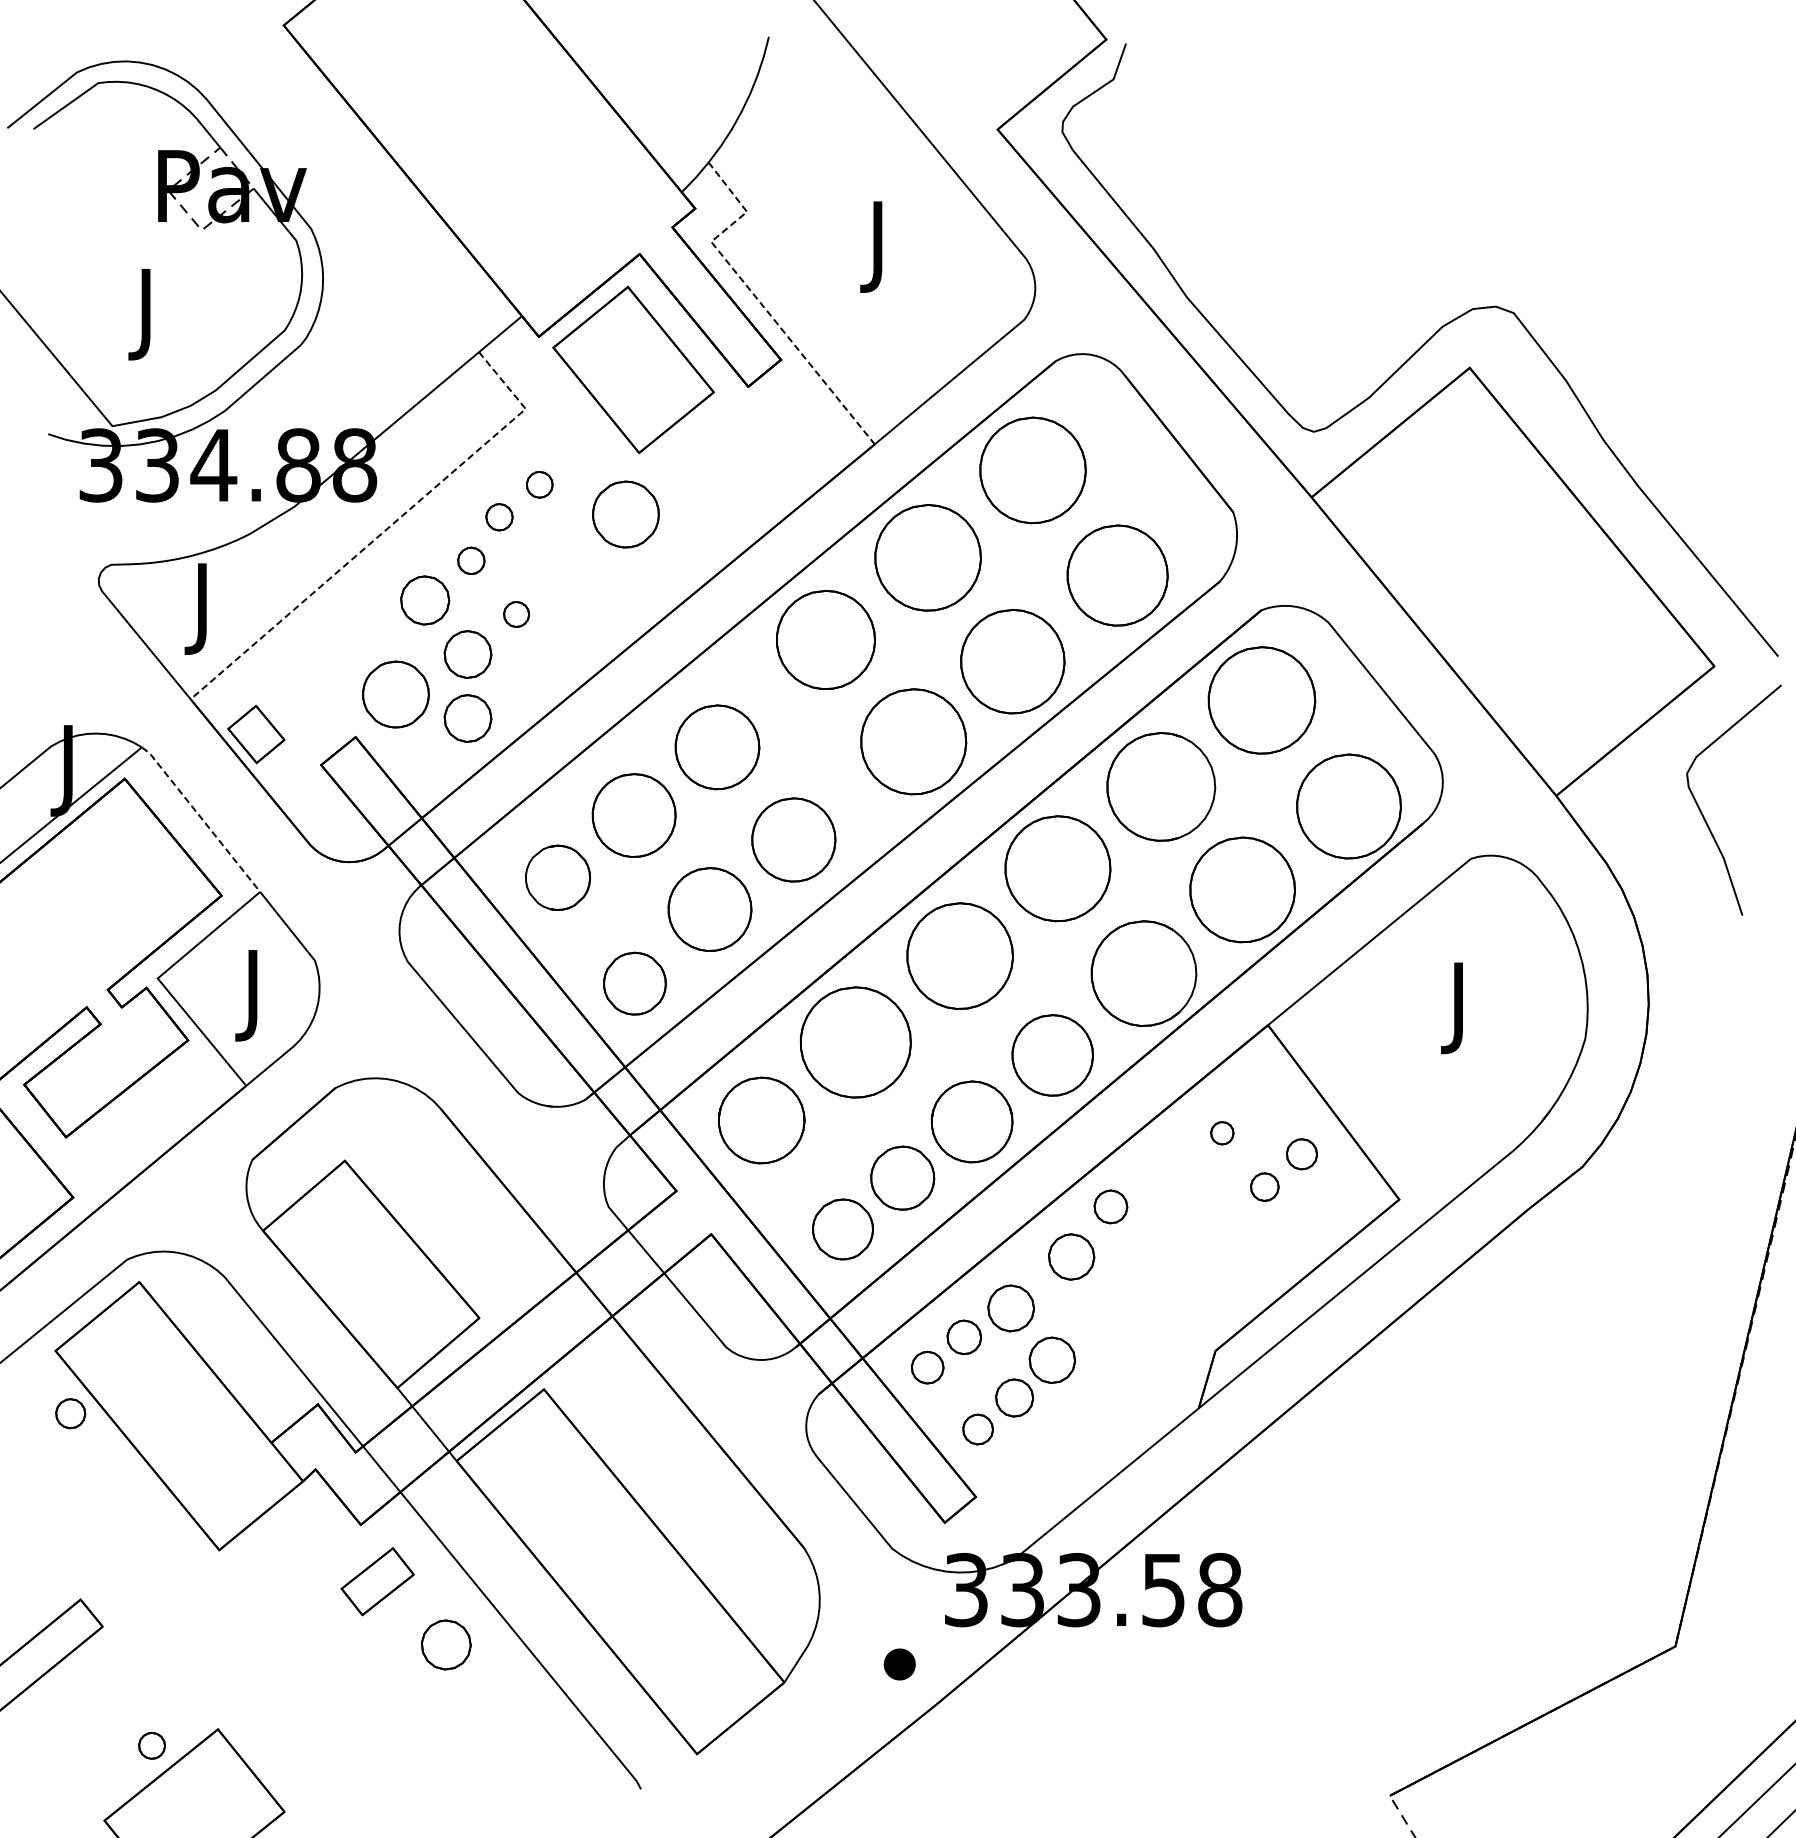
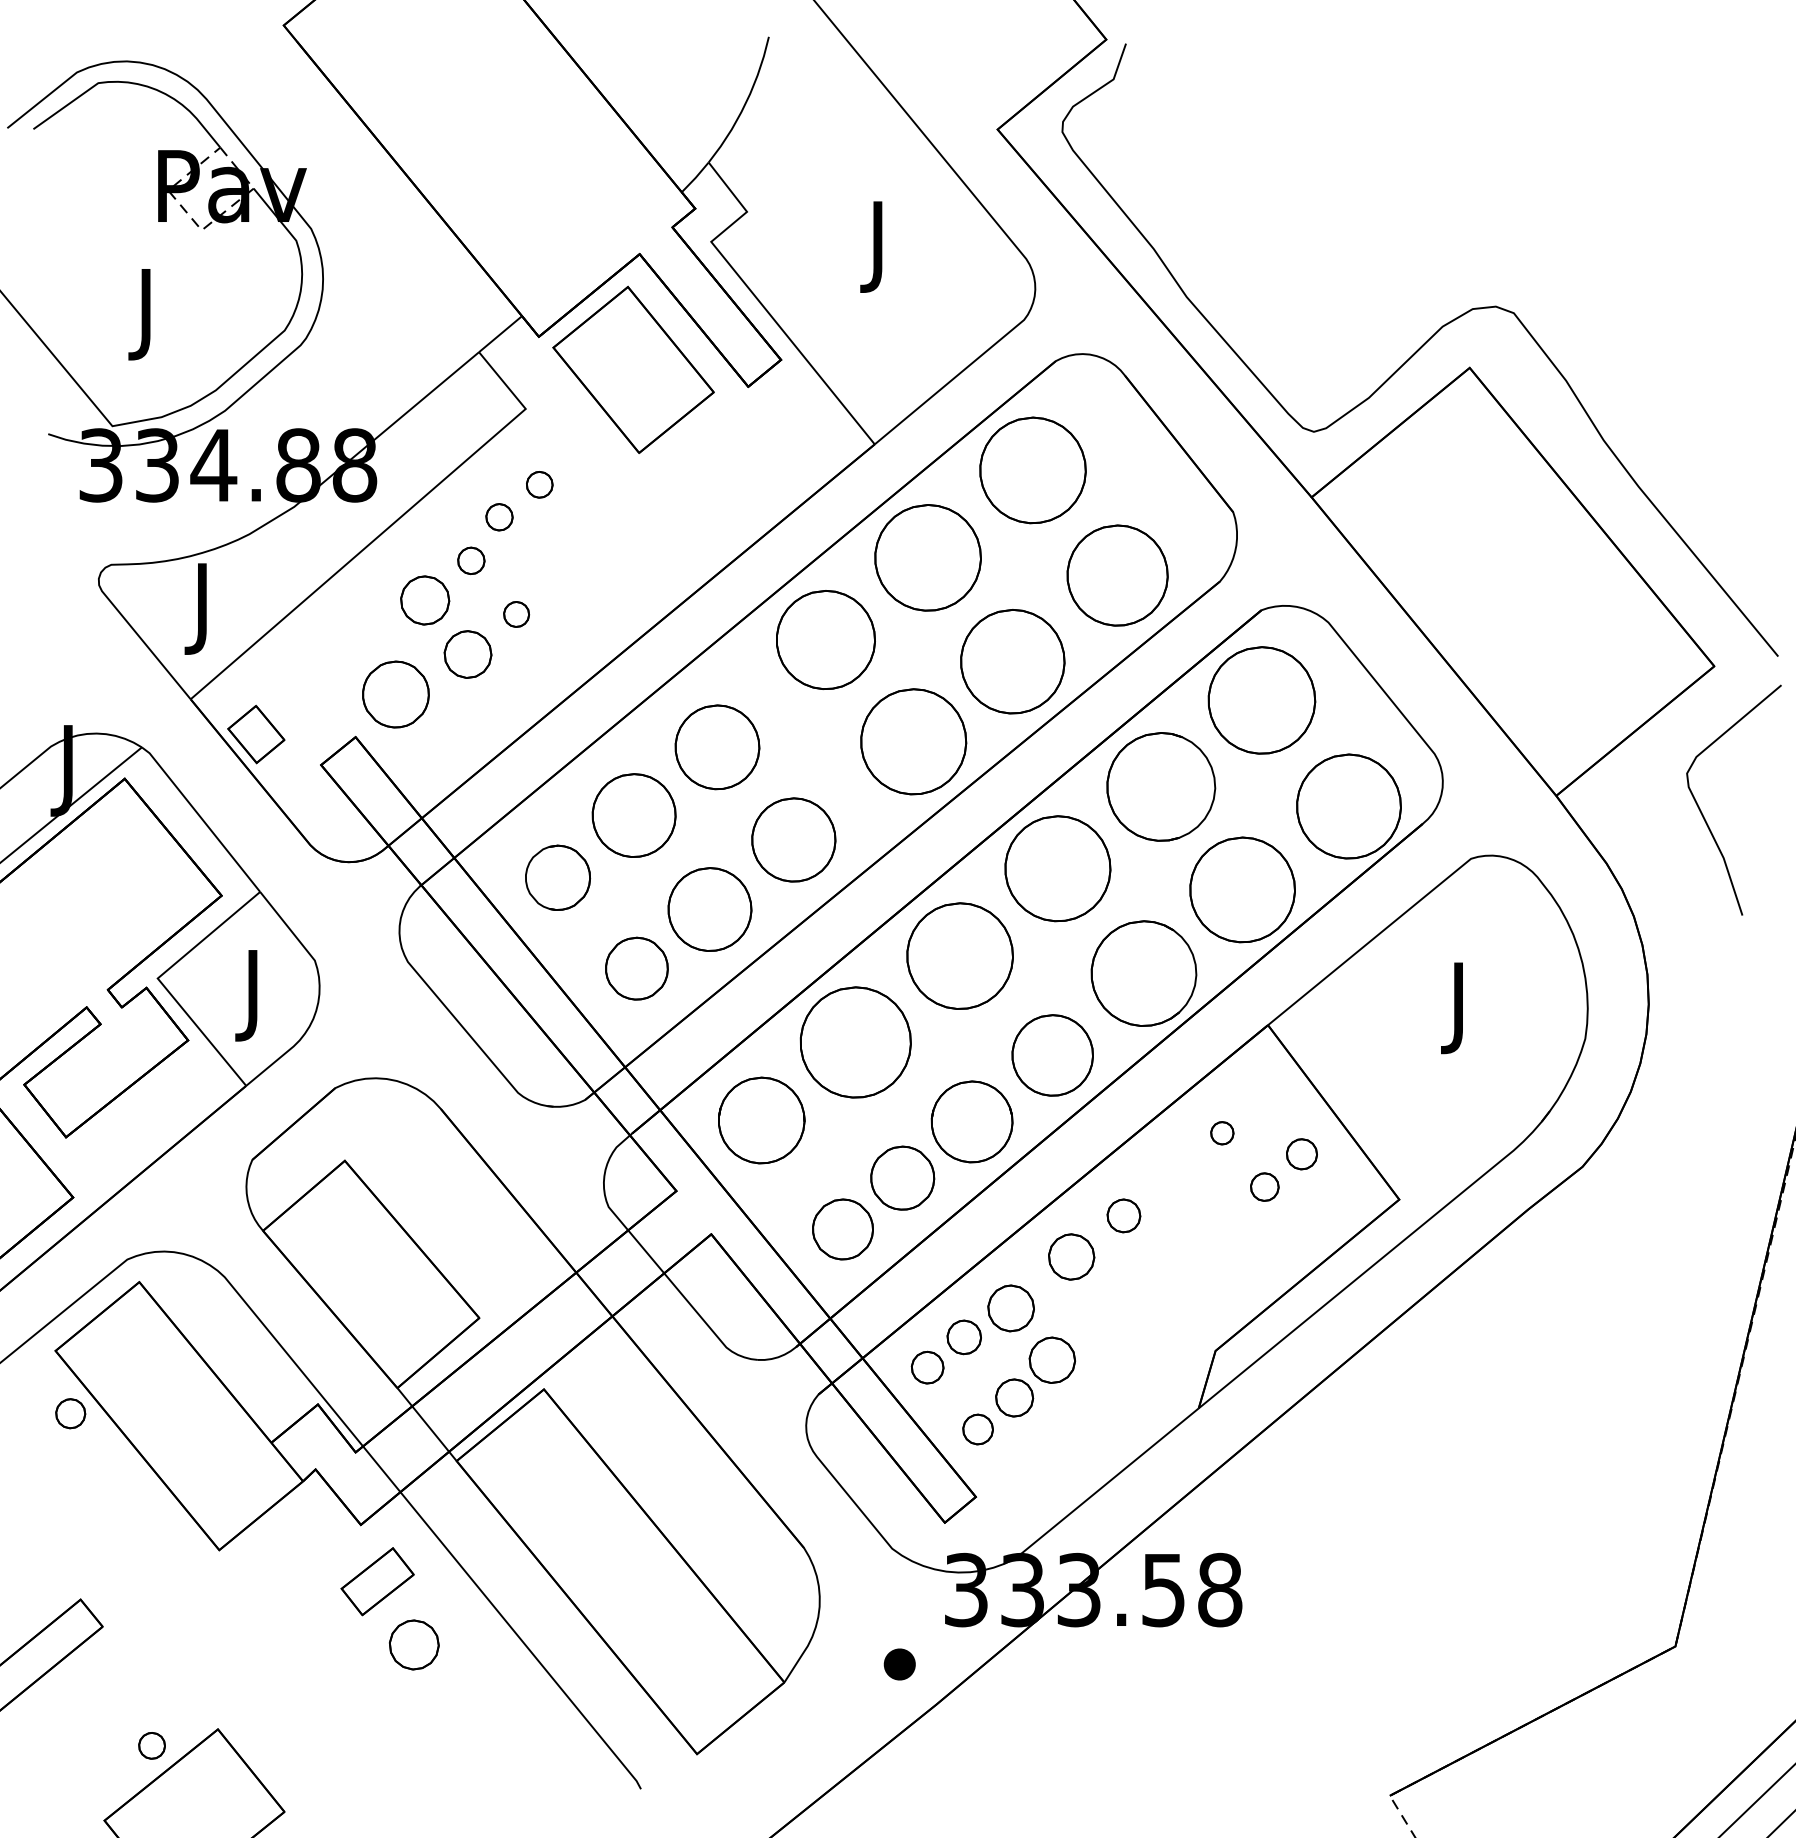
line at (758, 300): dashed -> solid
part at (625, 514): present -> none
line at (386, 529): dashed -> solid
part at (467, 718): present -> none
line at (201, 818): dashed -> solid
part at (634, 983) position: (634, 983) -> (636, 968)
part at (1110, 1206) position: (1110, 1206) -> (1123, 1215)
part at (446, 1644) position: (446, 1644) -> (414, 1644)
